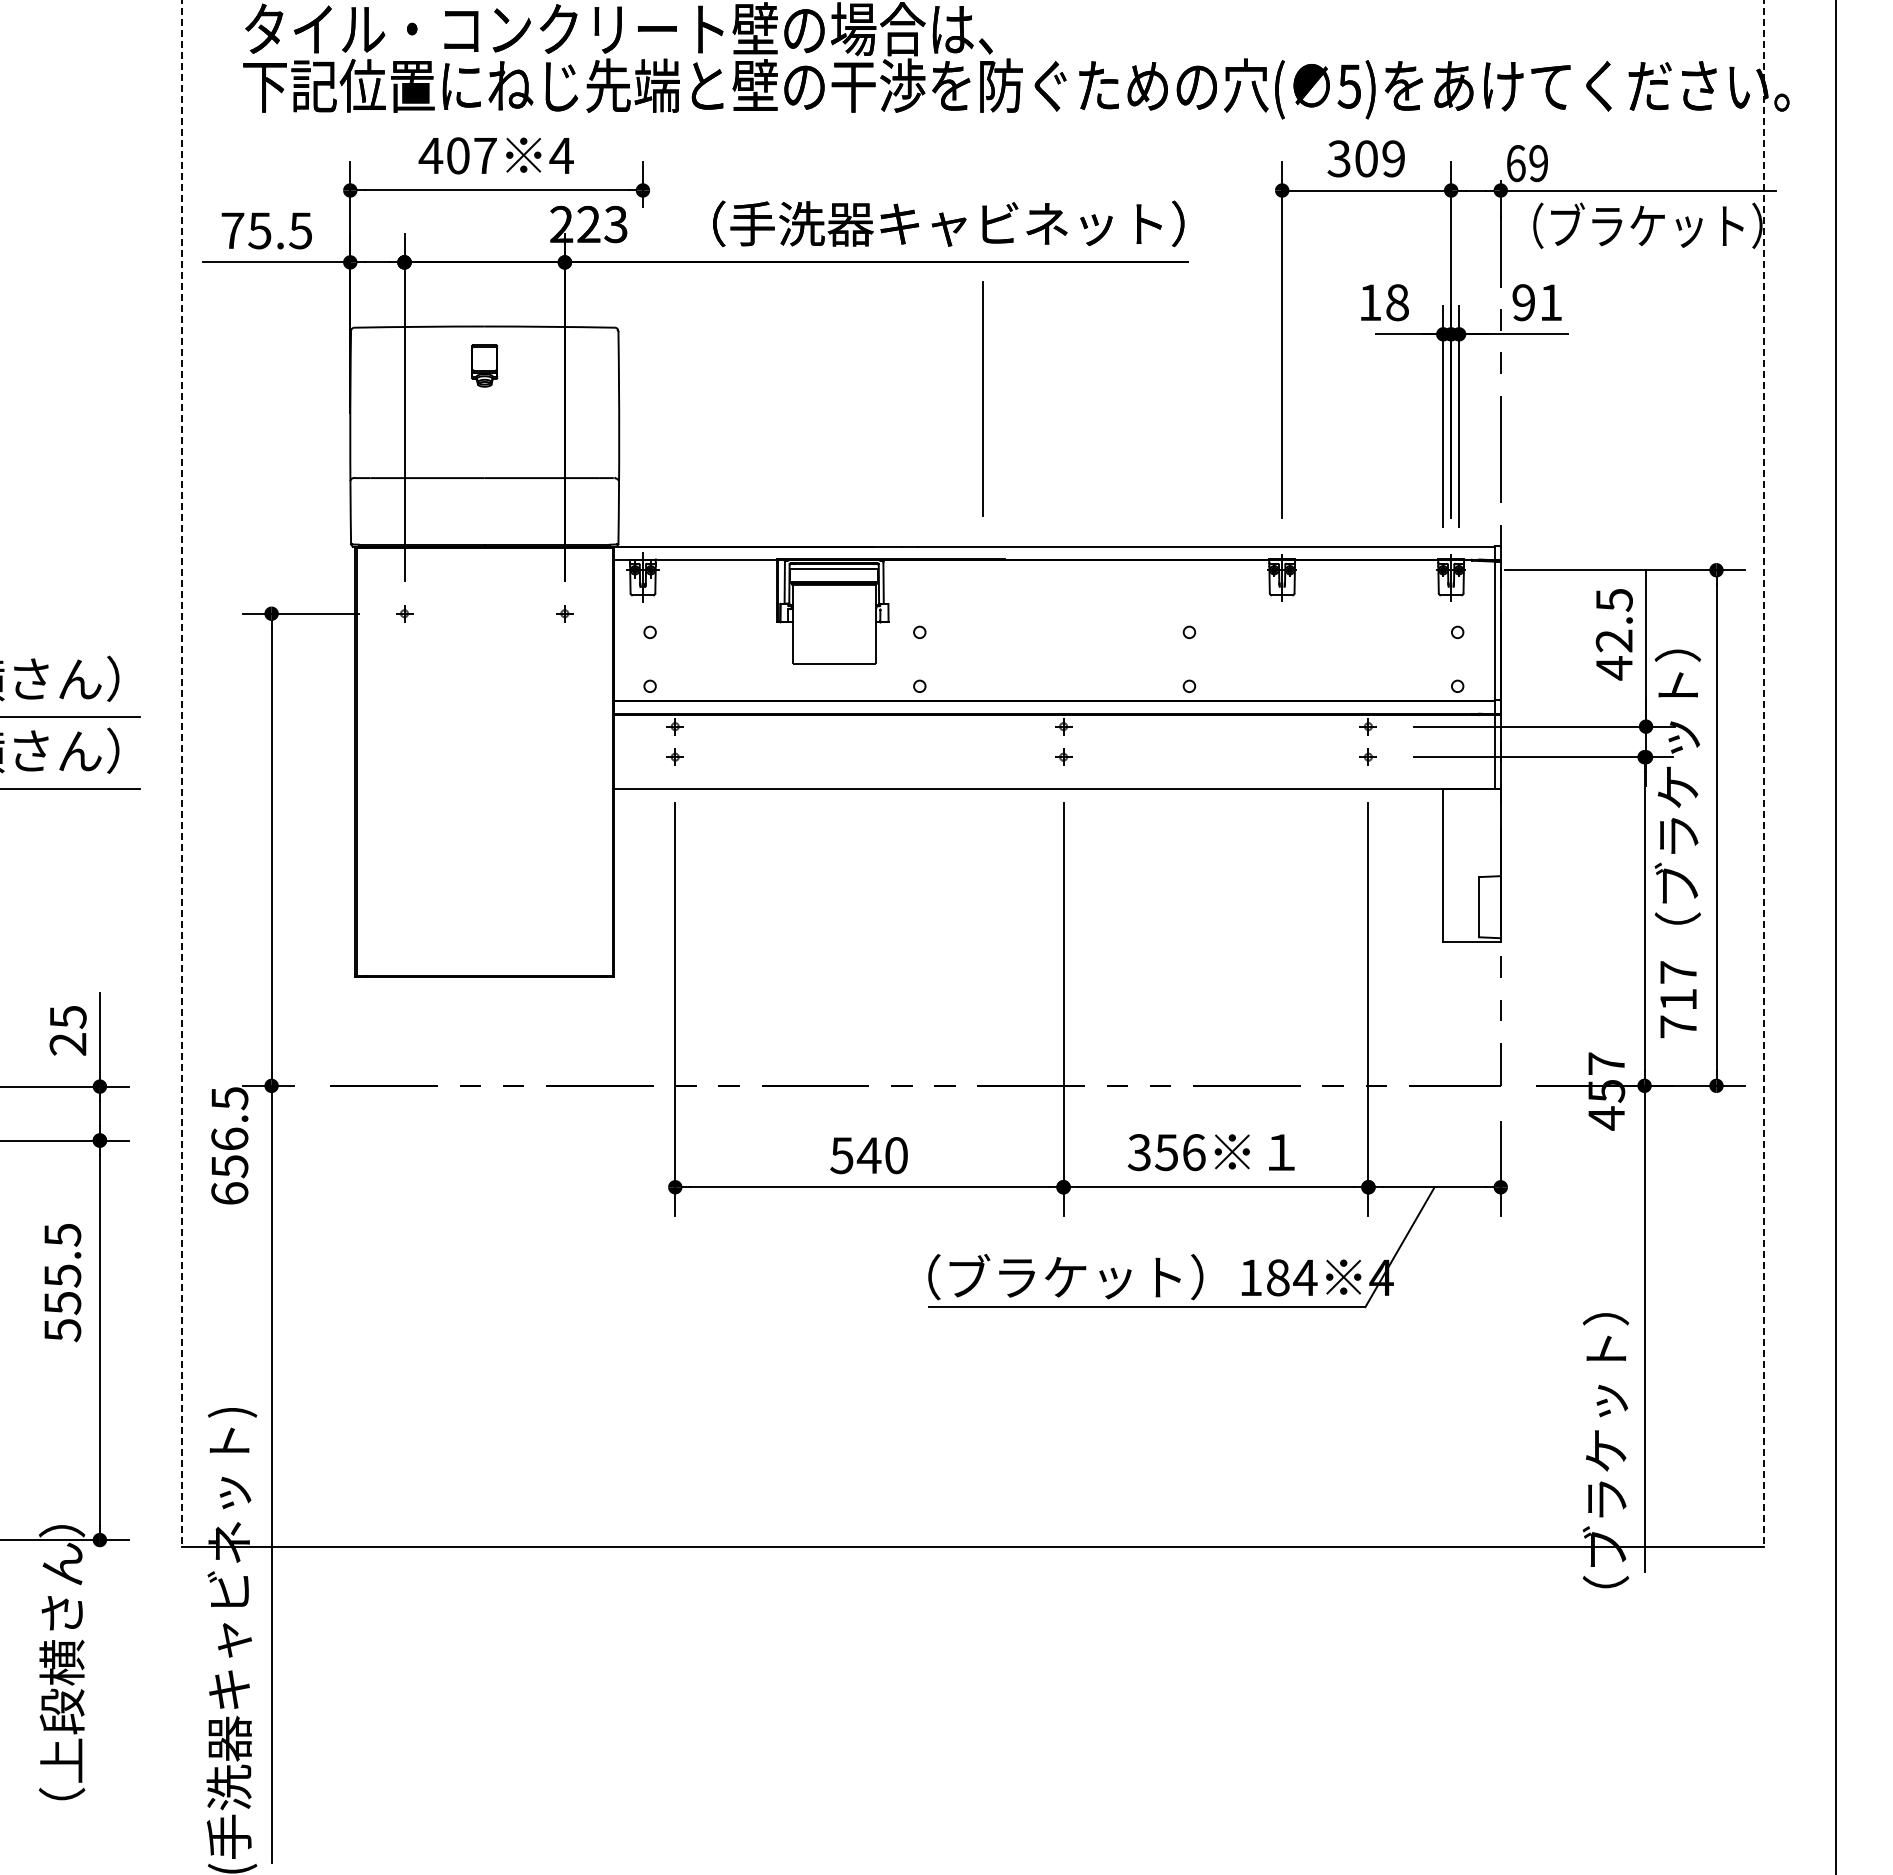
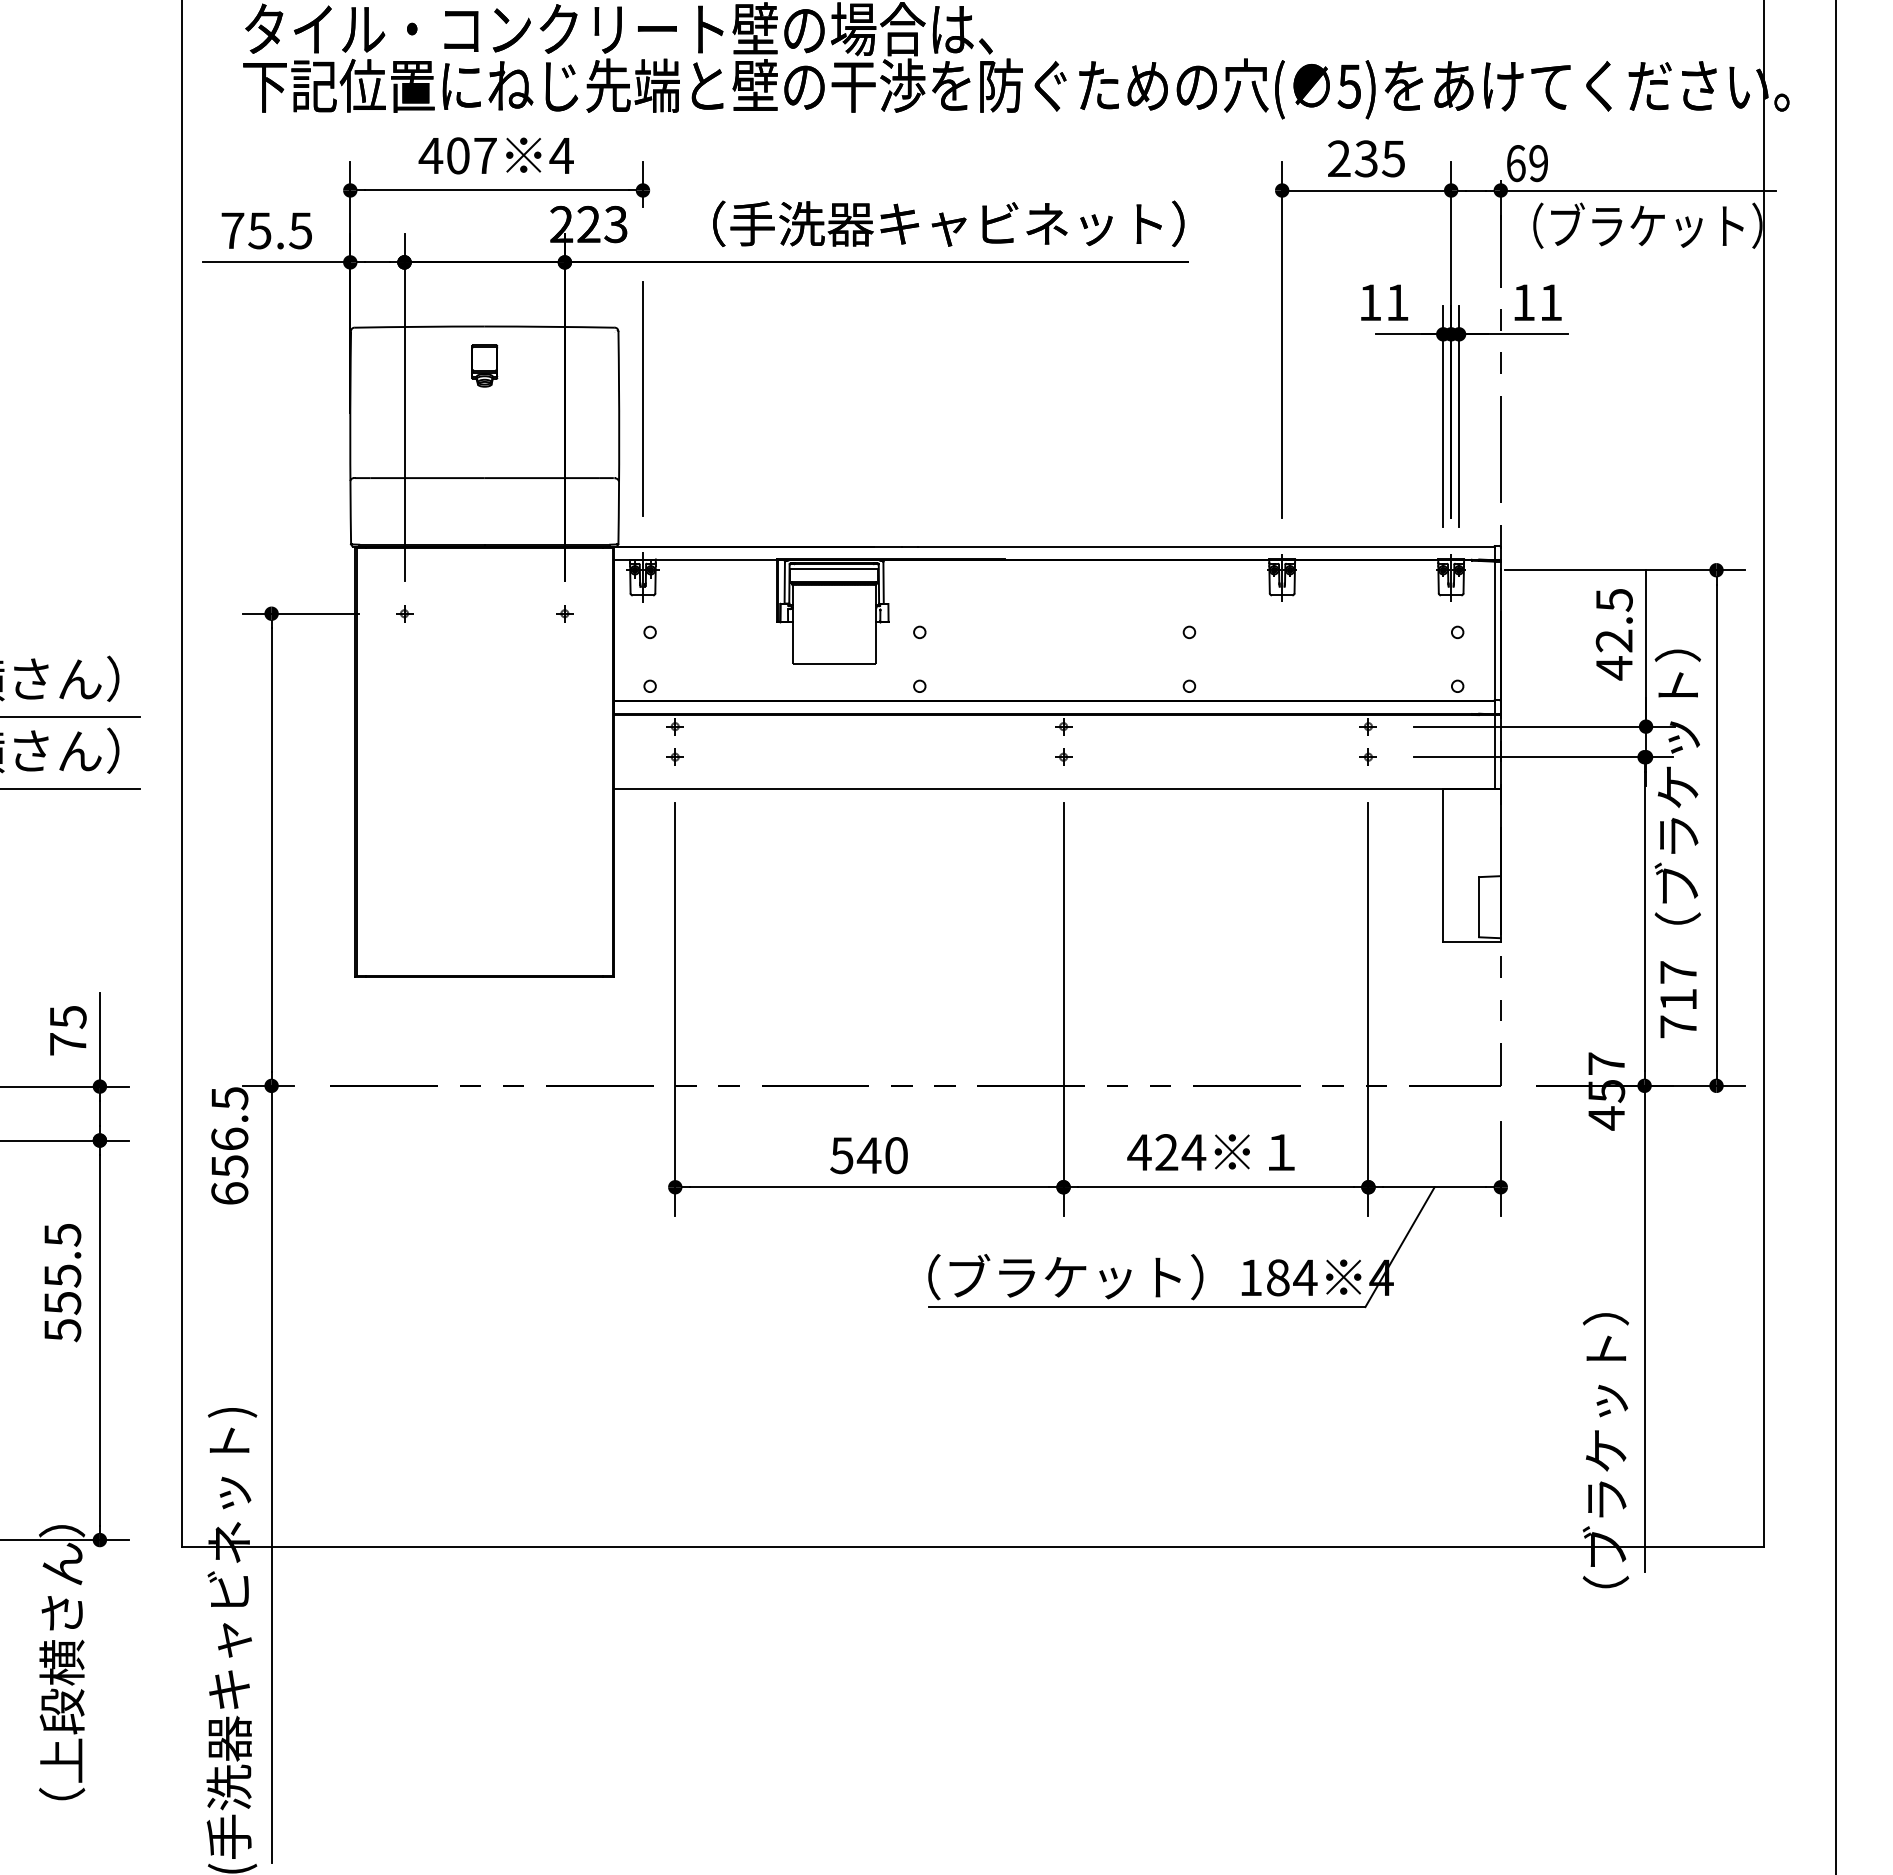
text at (1365, 158): 309 -> 235
text at (1397, 302): 18 -> 11
text at (1523, 302): 91 -> 11
line at (982, 398) position: (982, 398) -> (642, 398)
line at (182, 774): dashed -> solid
line at (1764, 774): dashed -> solid
text at (67, 1044): 25 -> 75
text at (1166, 1152): 356 -> 424
